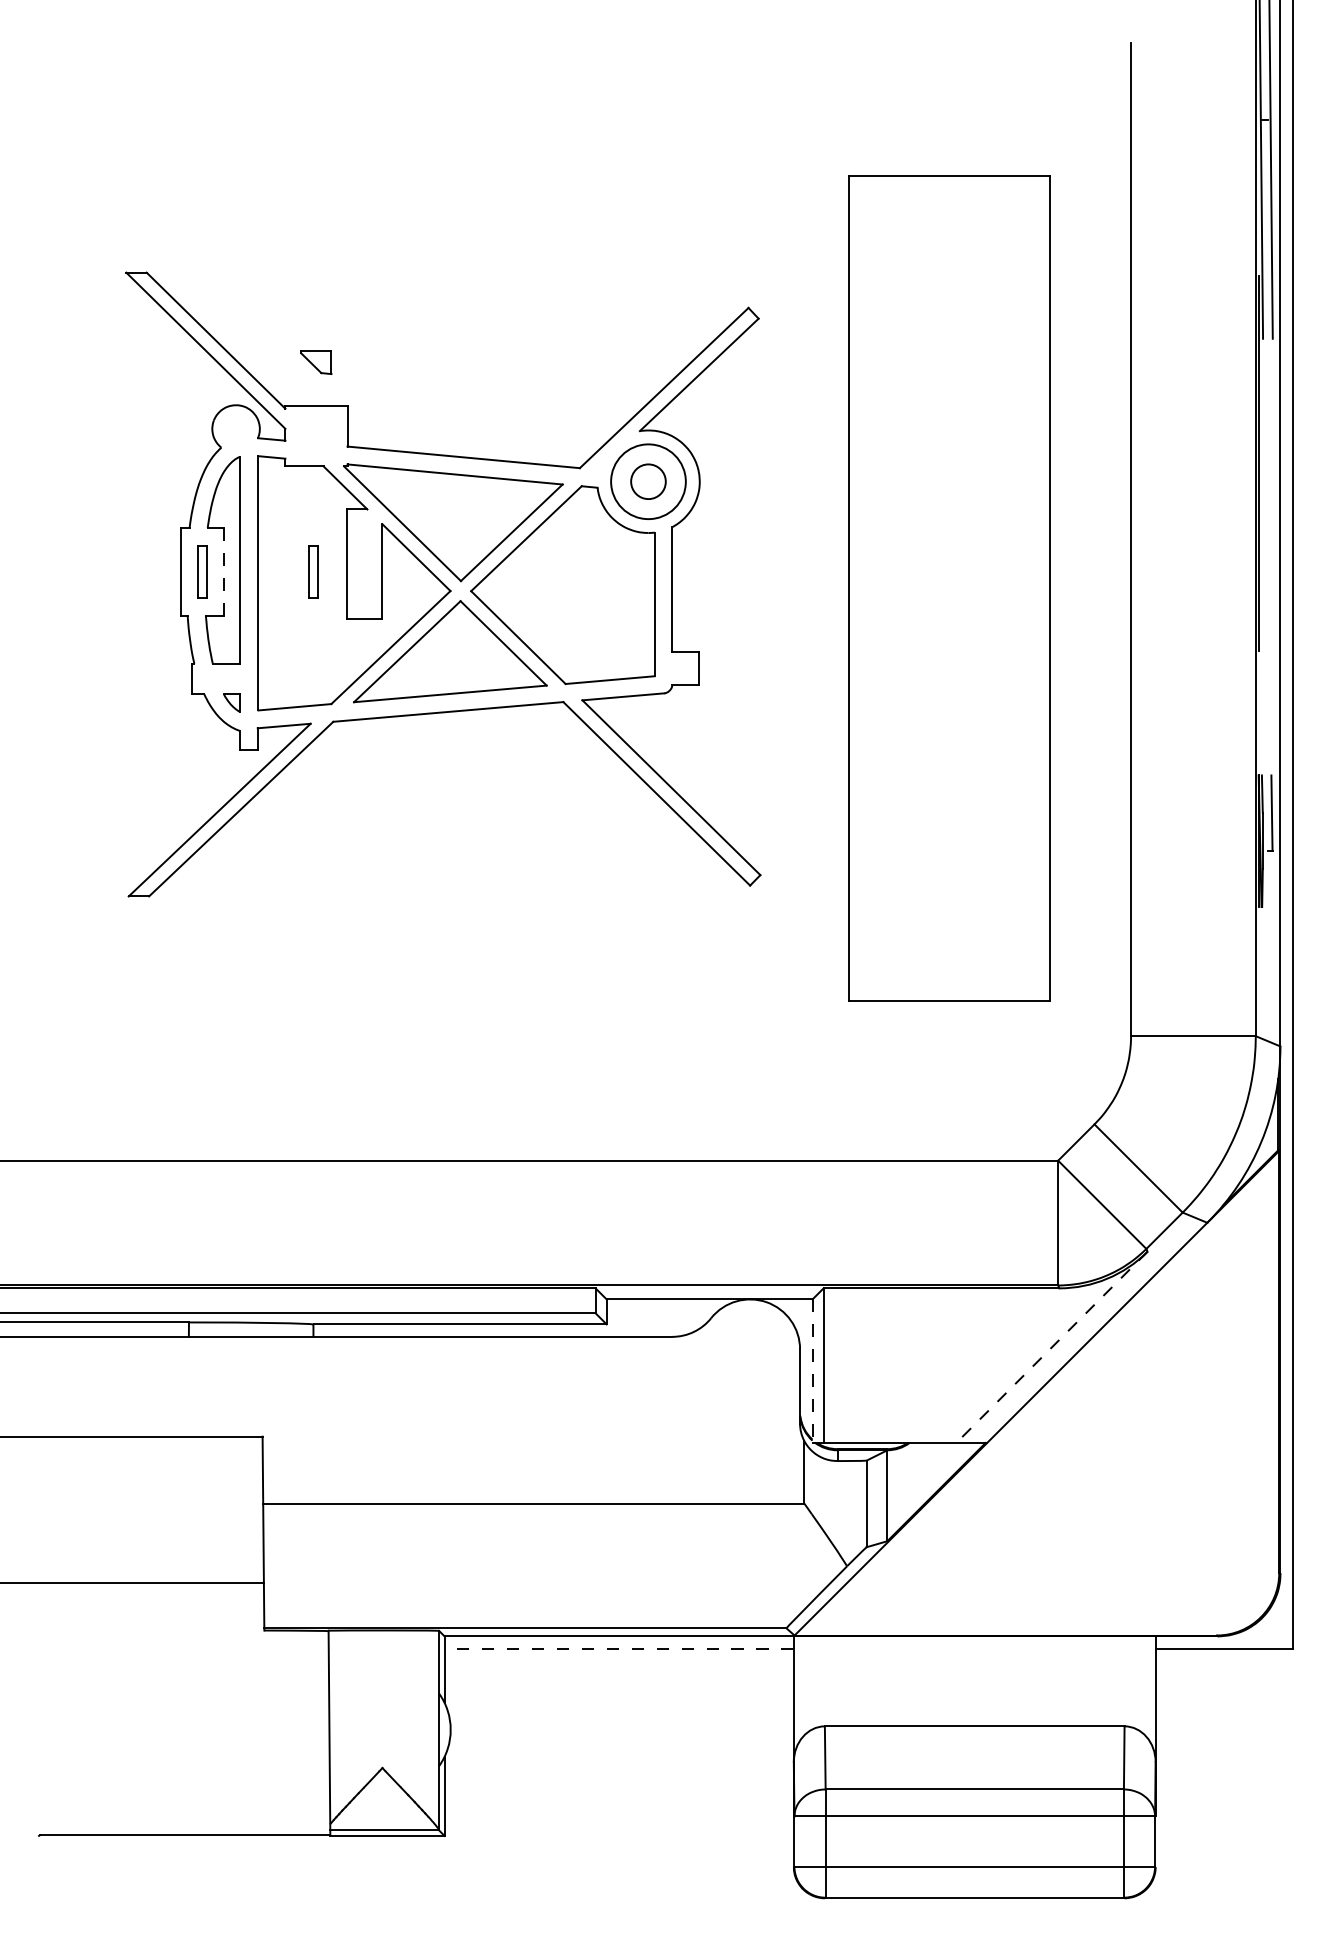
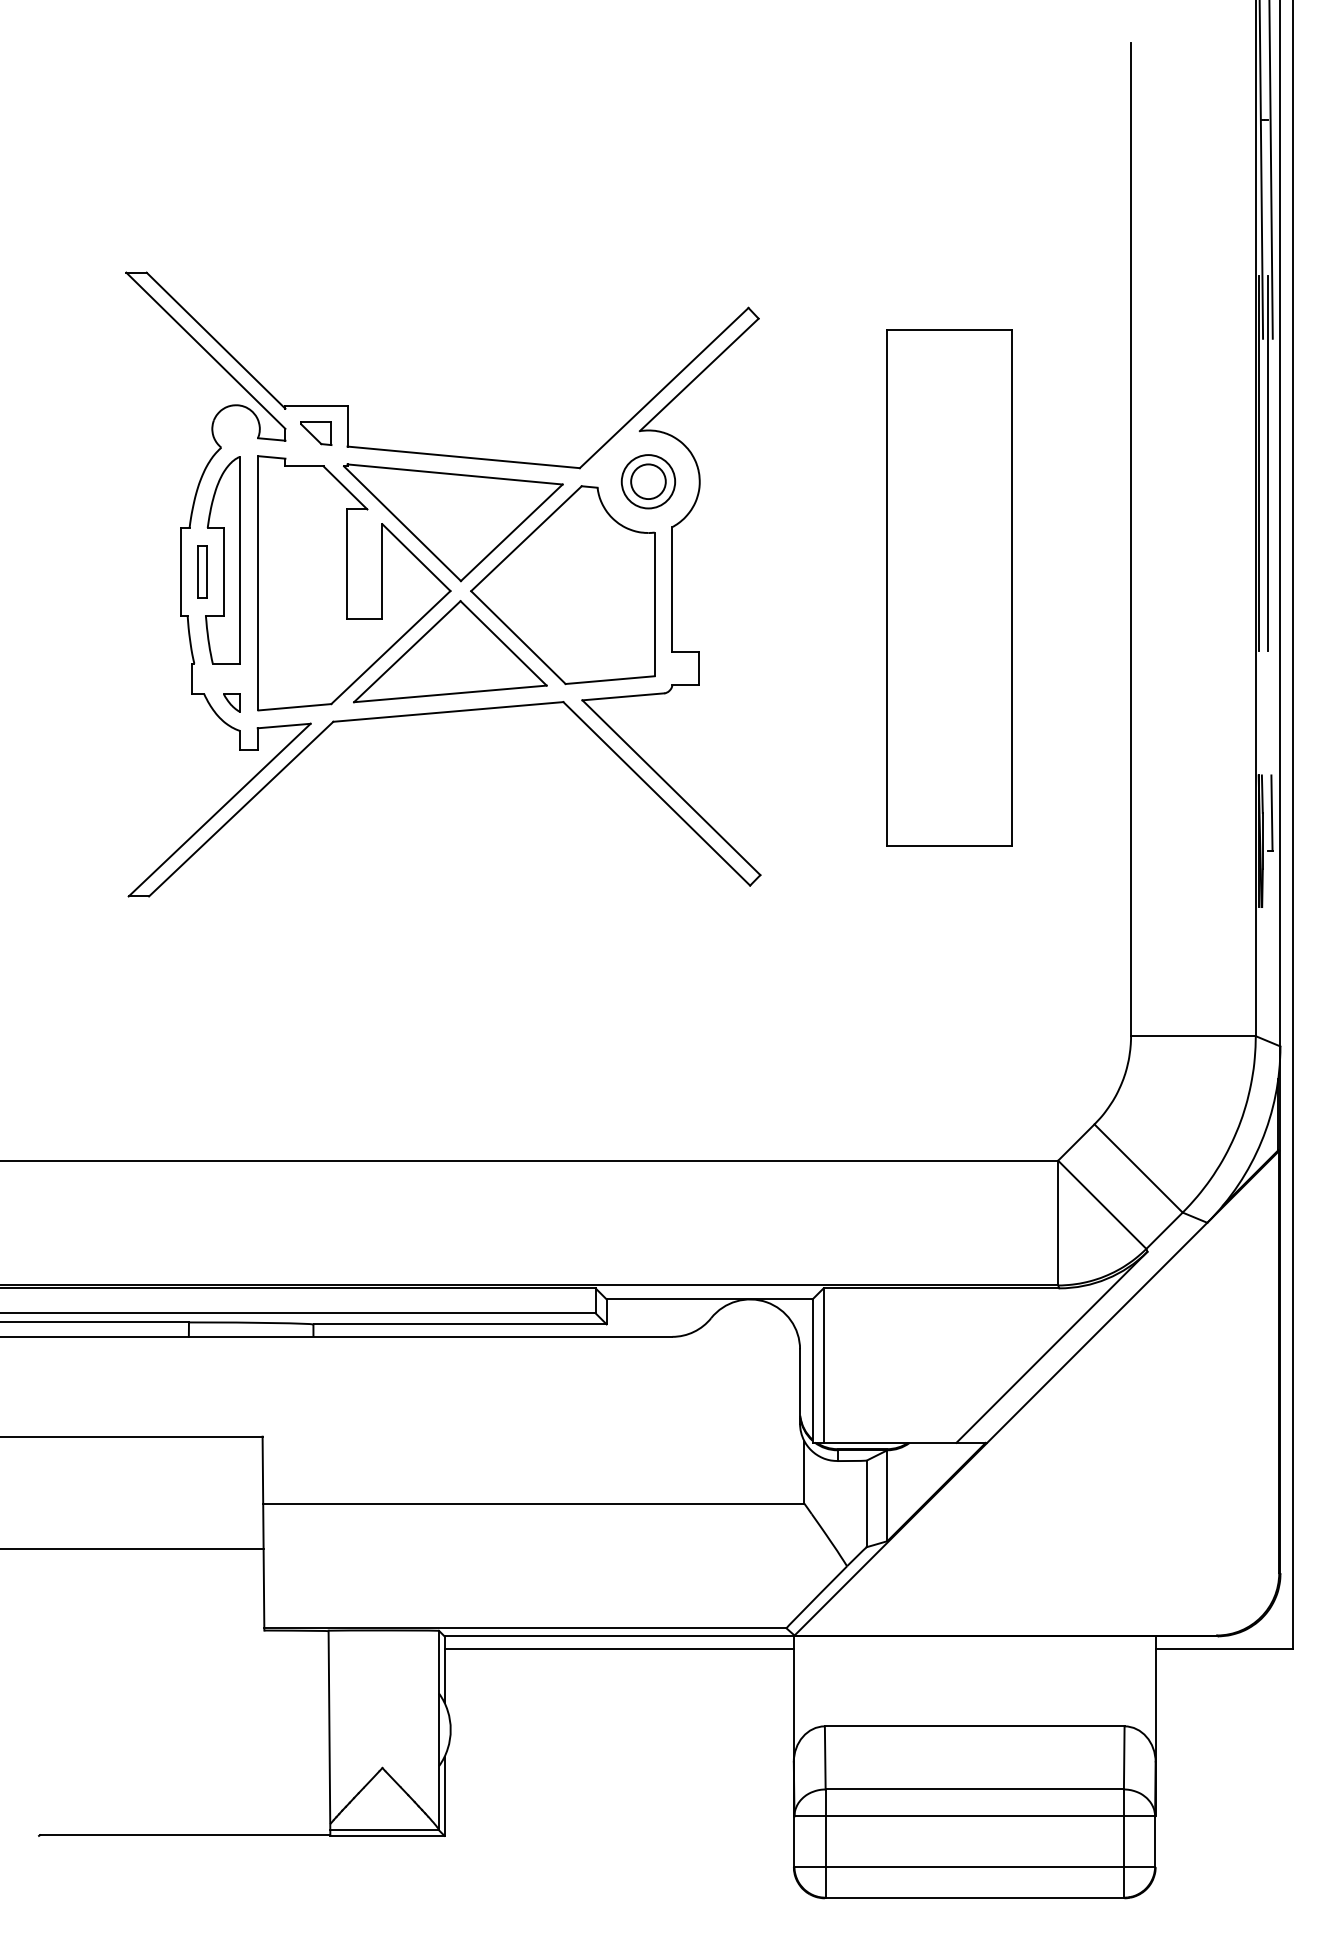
part at (316, 362) position: (316, 362) -> (316, 433)
line at (1268, 463): none -> present
circle at (648, 481) diameter: 75 px -> 53 px
line at (224, 571): dashed -> solid
part at (313, 571): present -> none
part at (949, 588) size: 203x827 px -> 127x518 px
line at (1051, 1347): dashed -> solid
line at (812, 1371): dashed -> solid
line at (132, 1582) position: (132, 1582) -> (132, 1548)
line at (619, 1648): dashed -> solid
